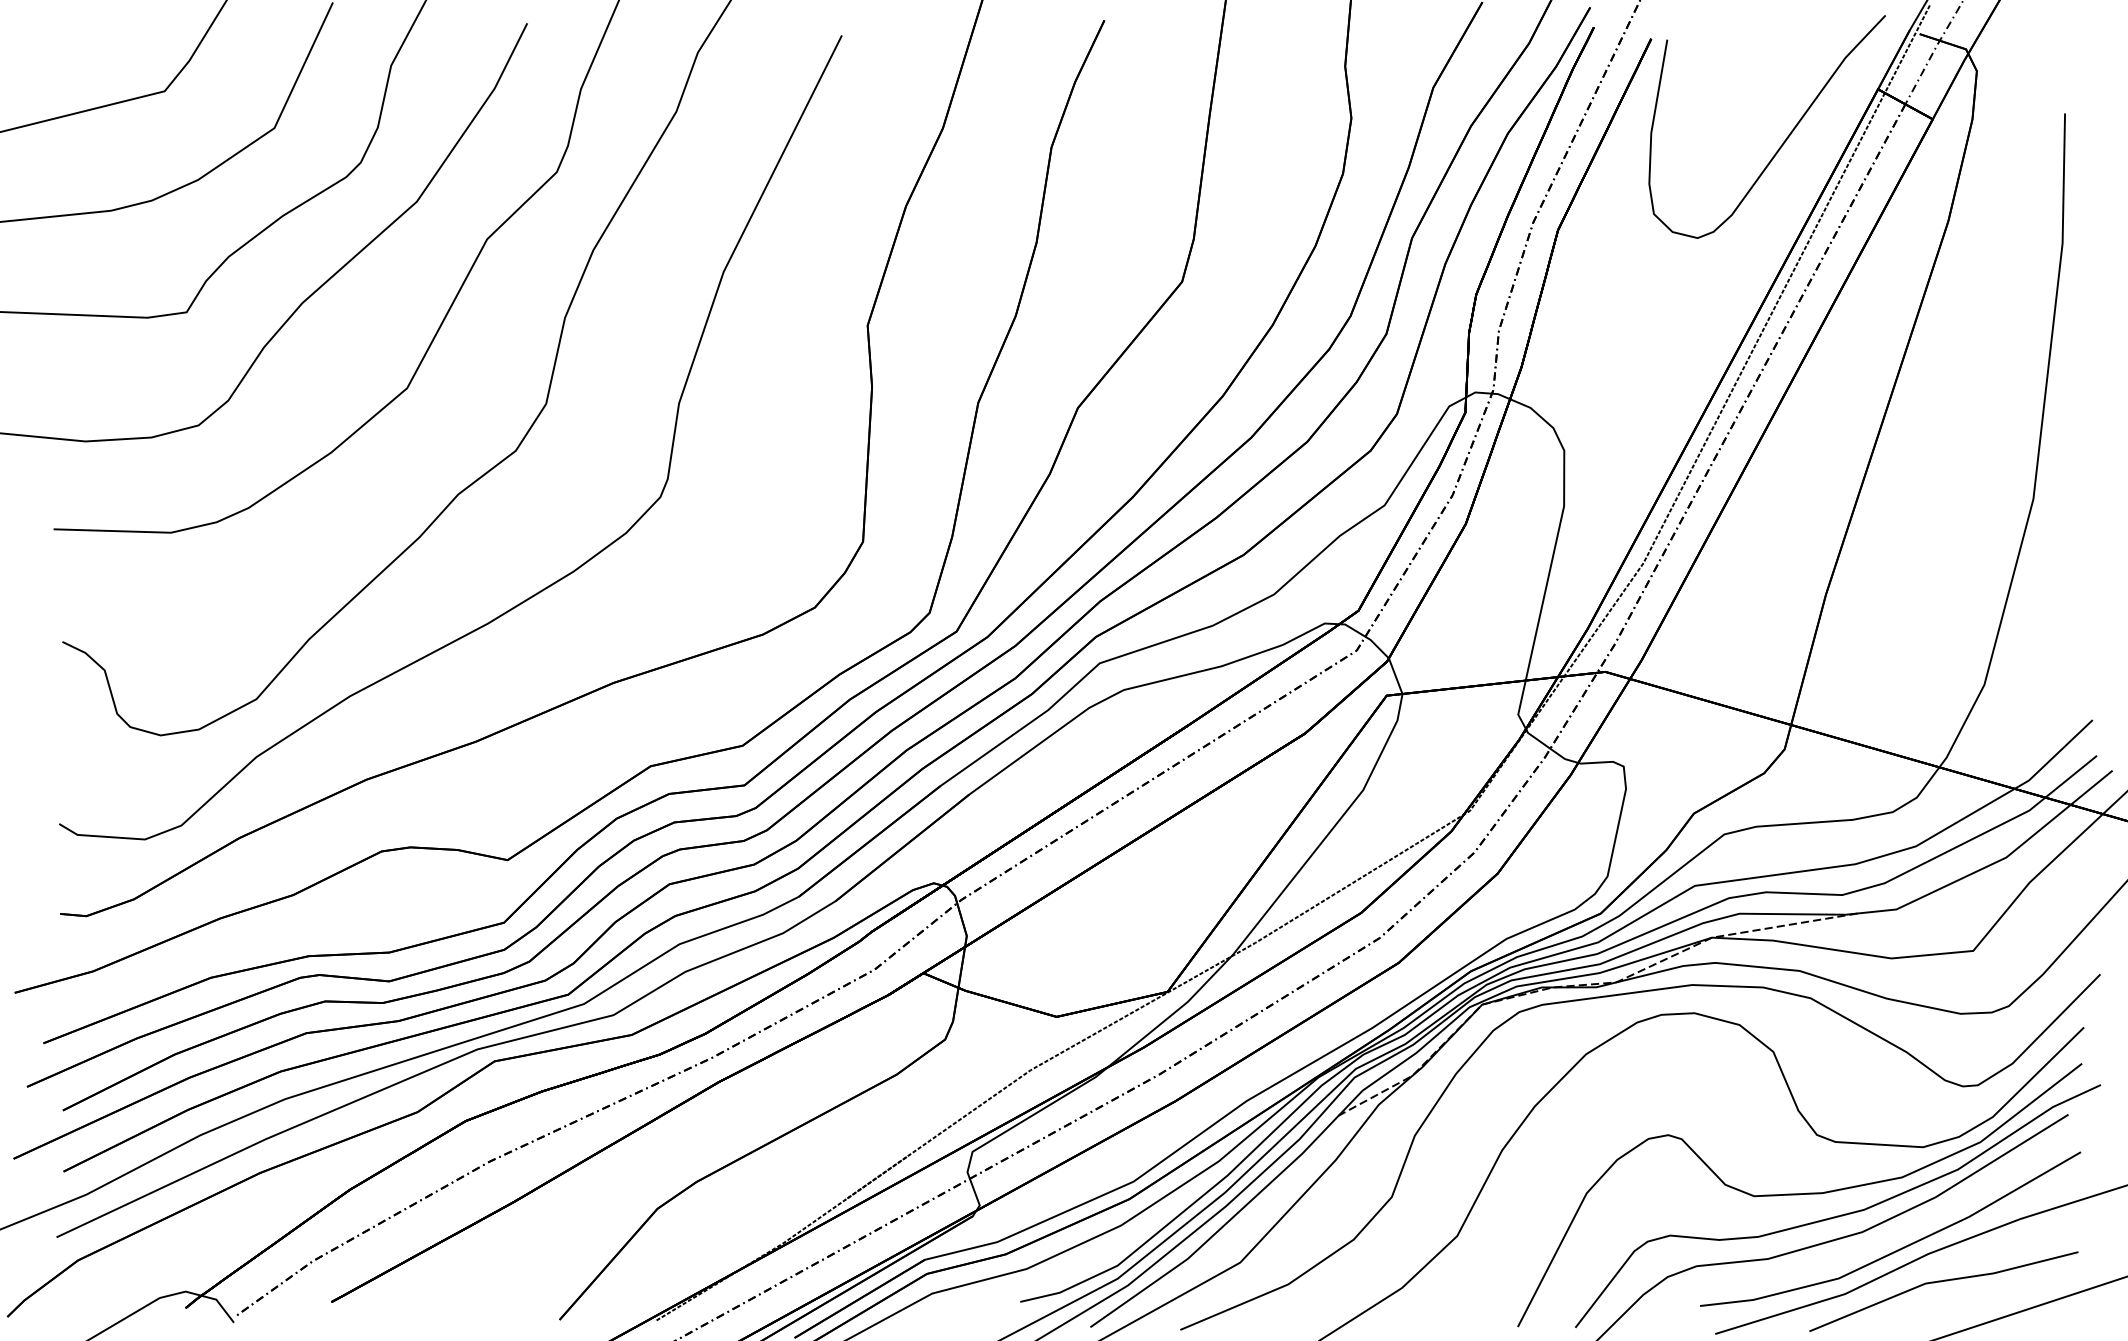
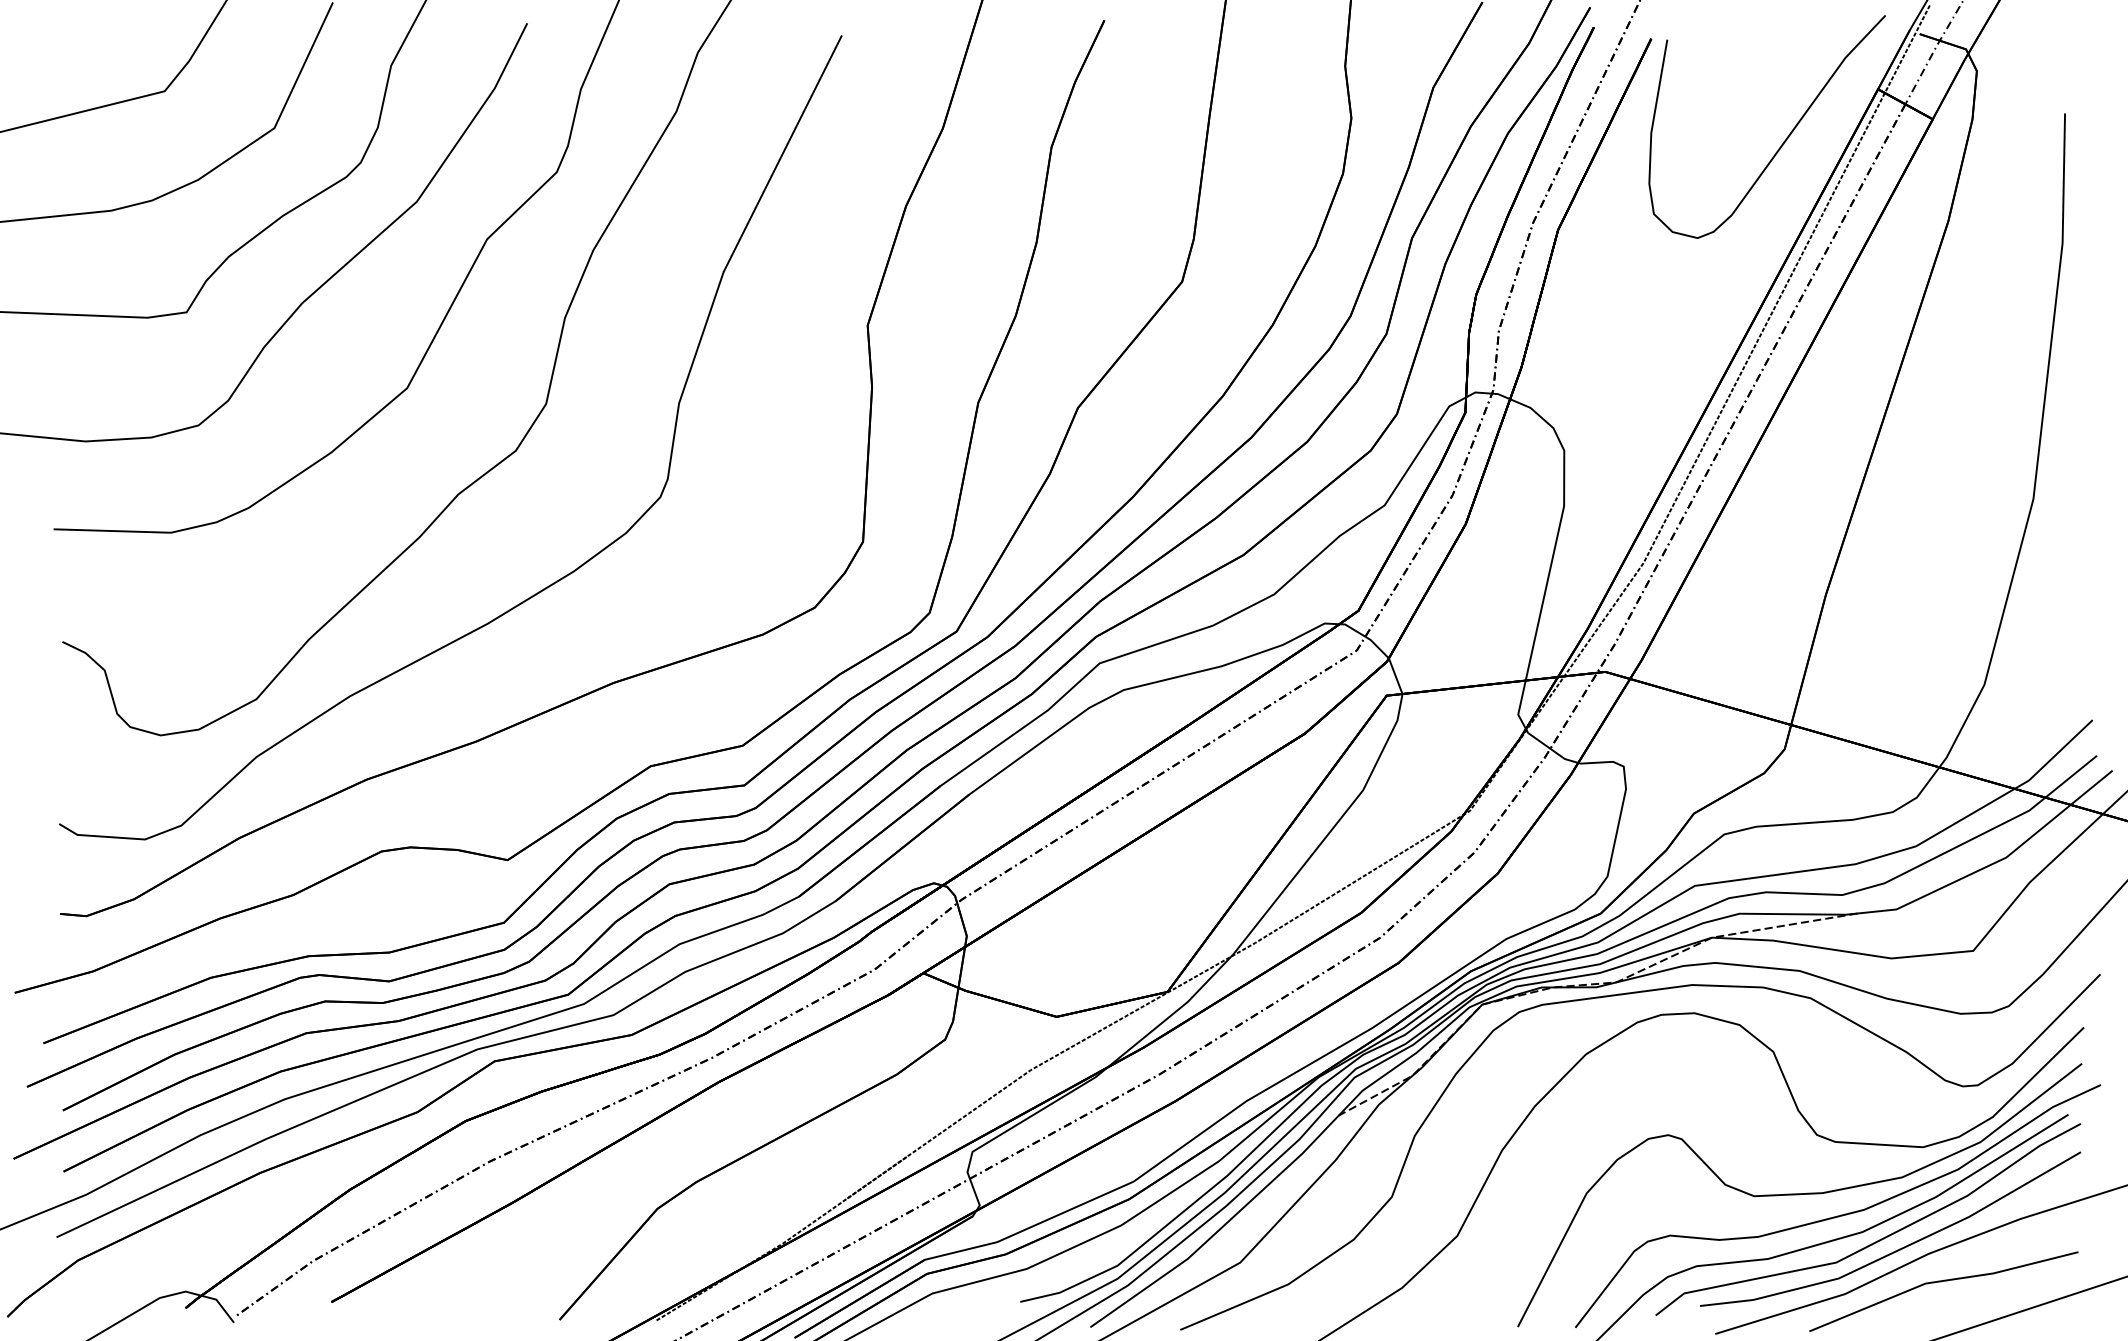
part at (1879, 1239): none -> present
